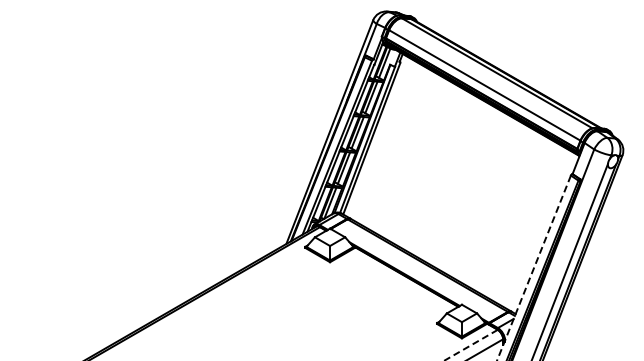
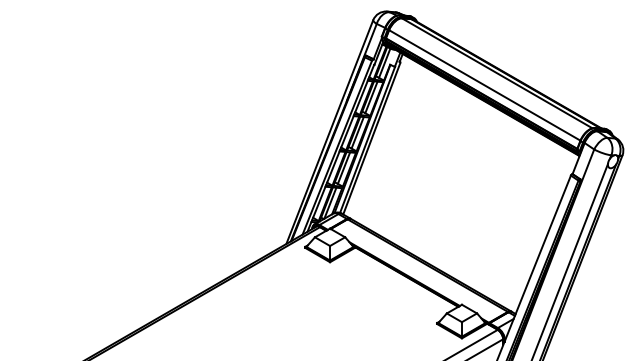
line at (533, 268): dashed -> solid
line at (471, 345): dashed -> solid
